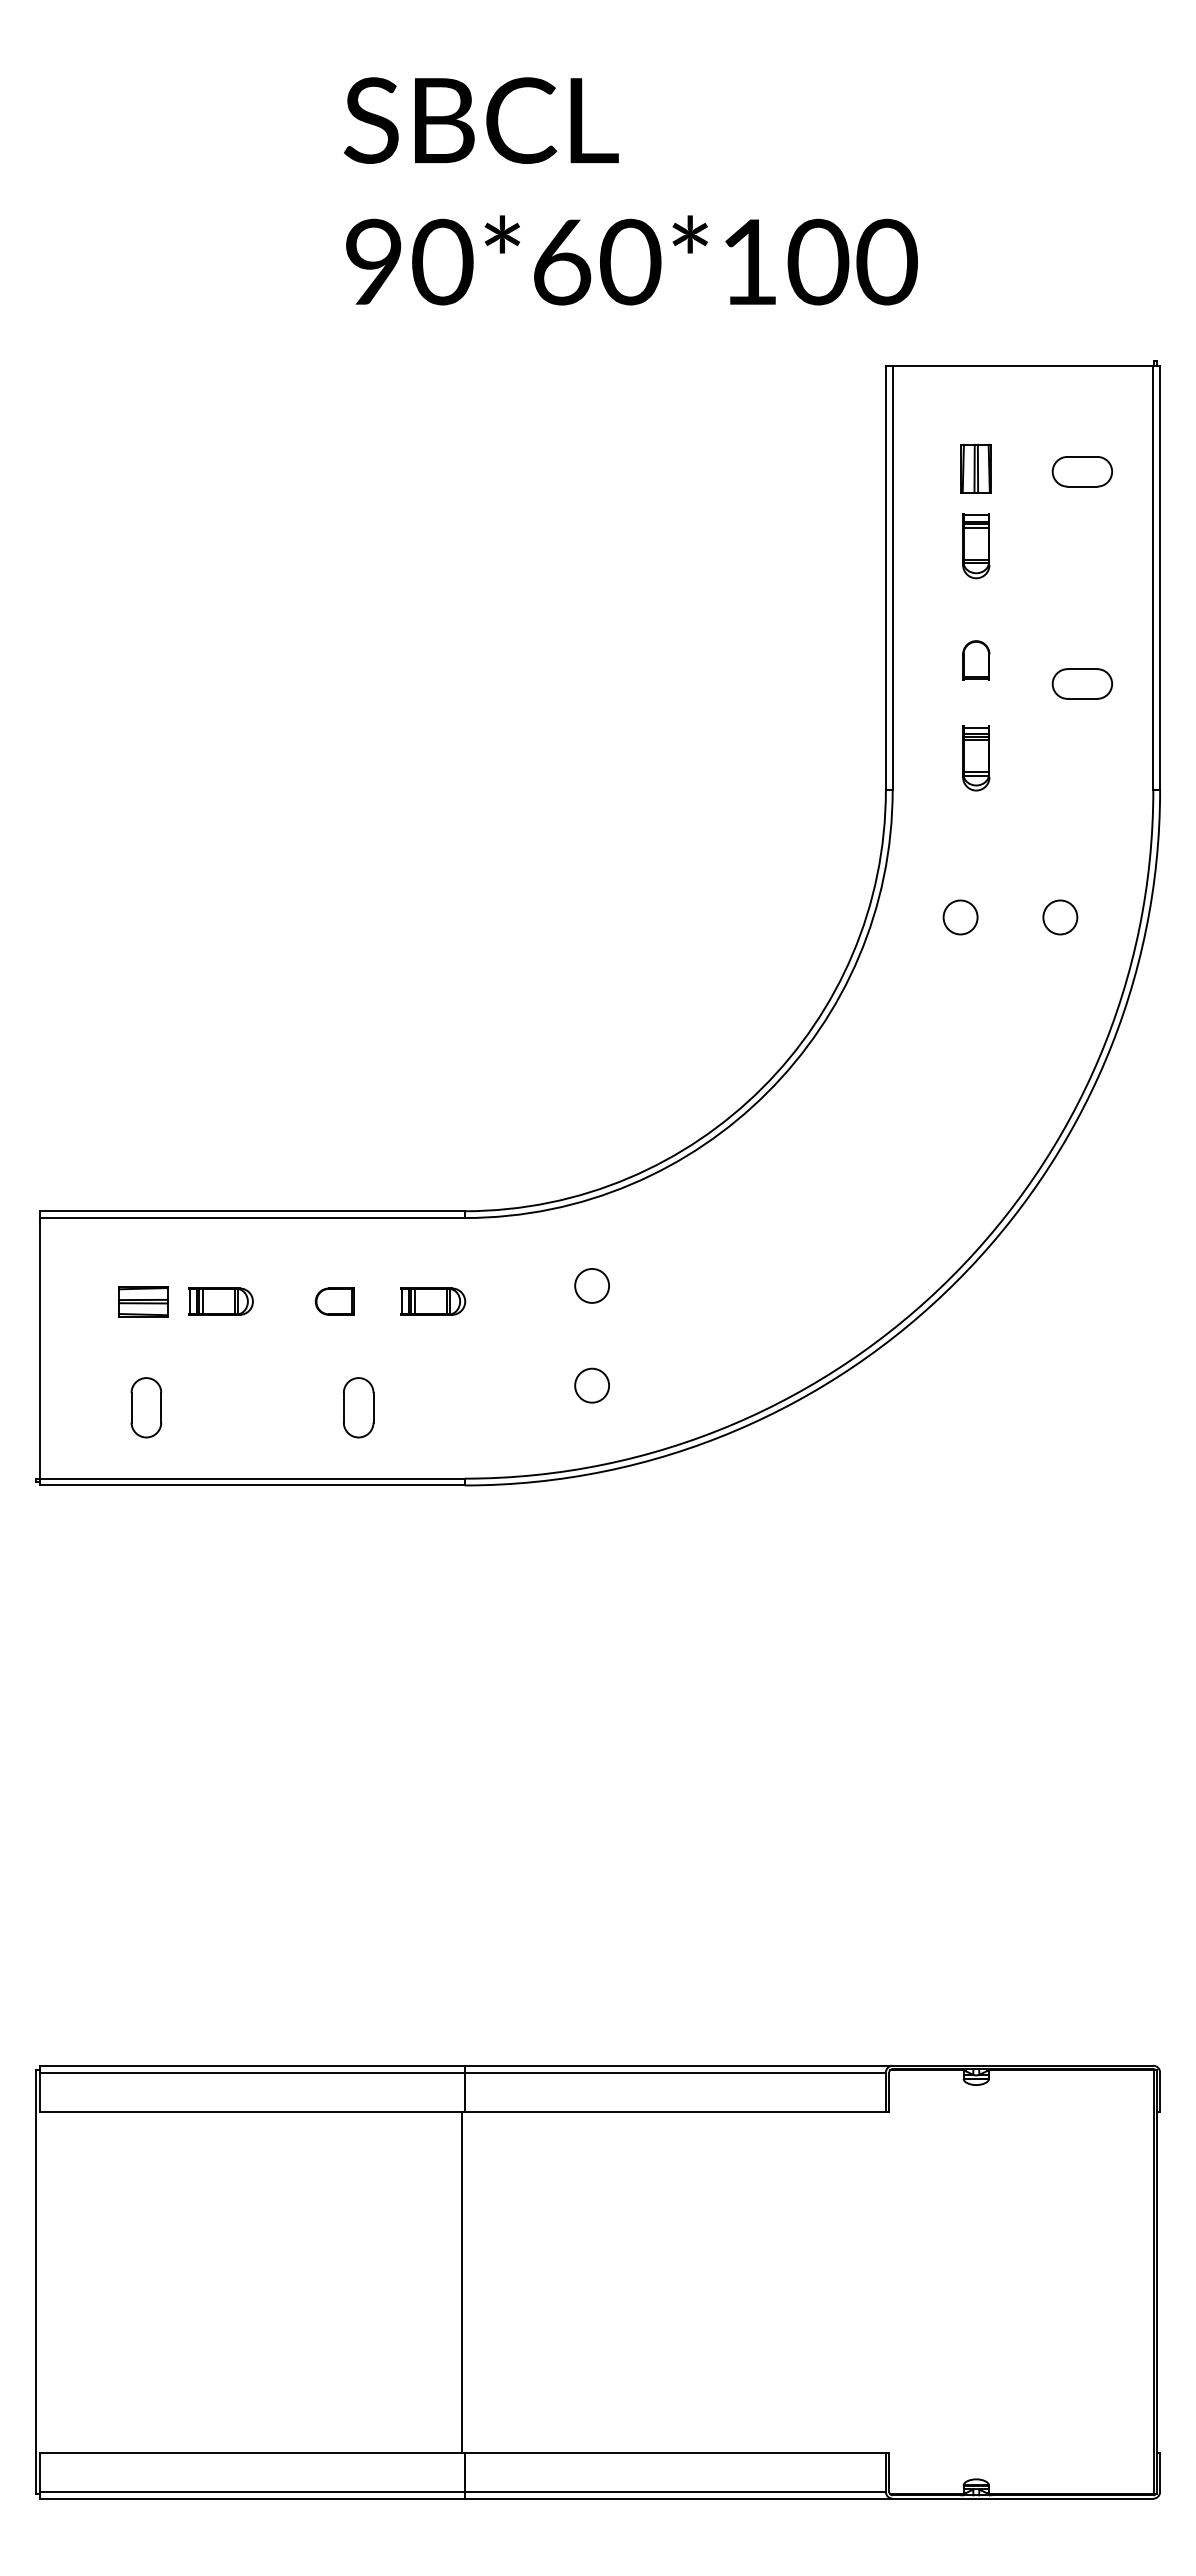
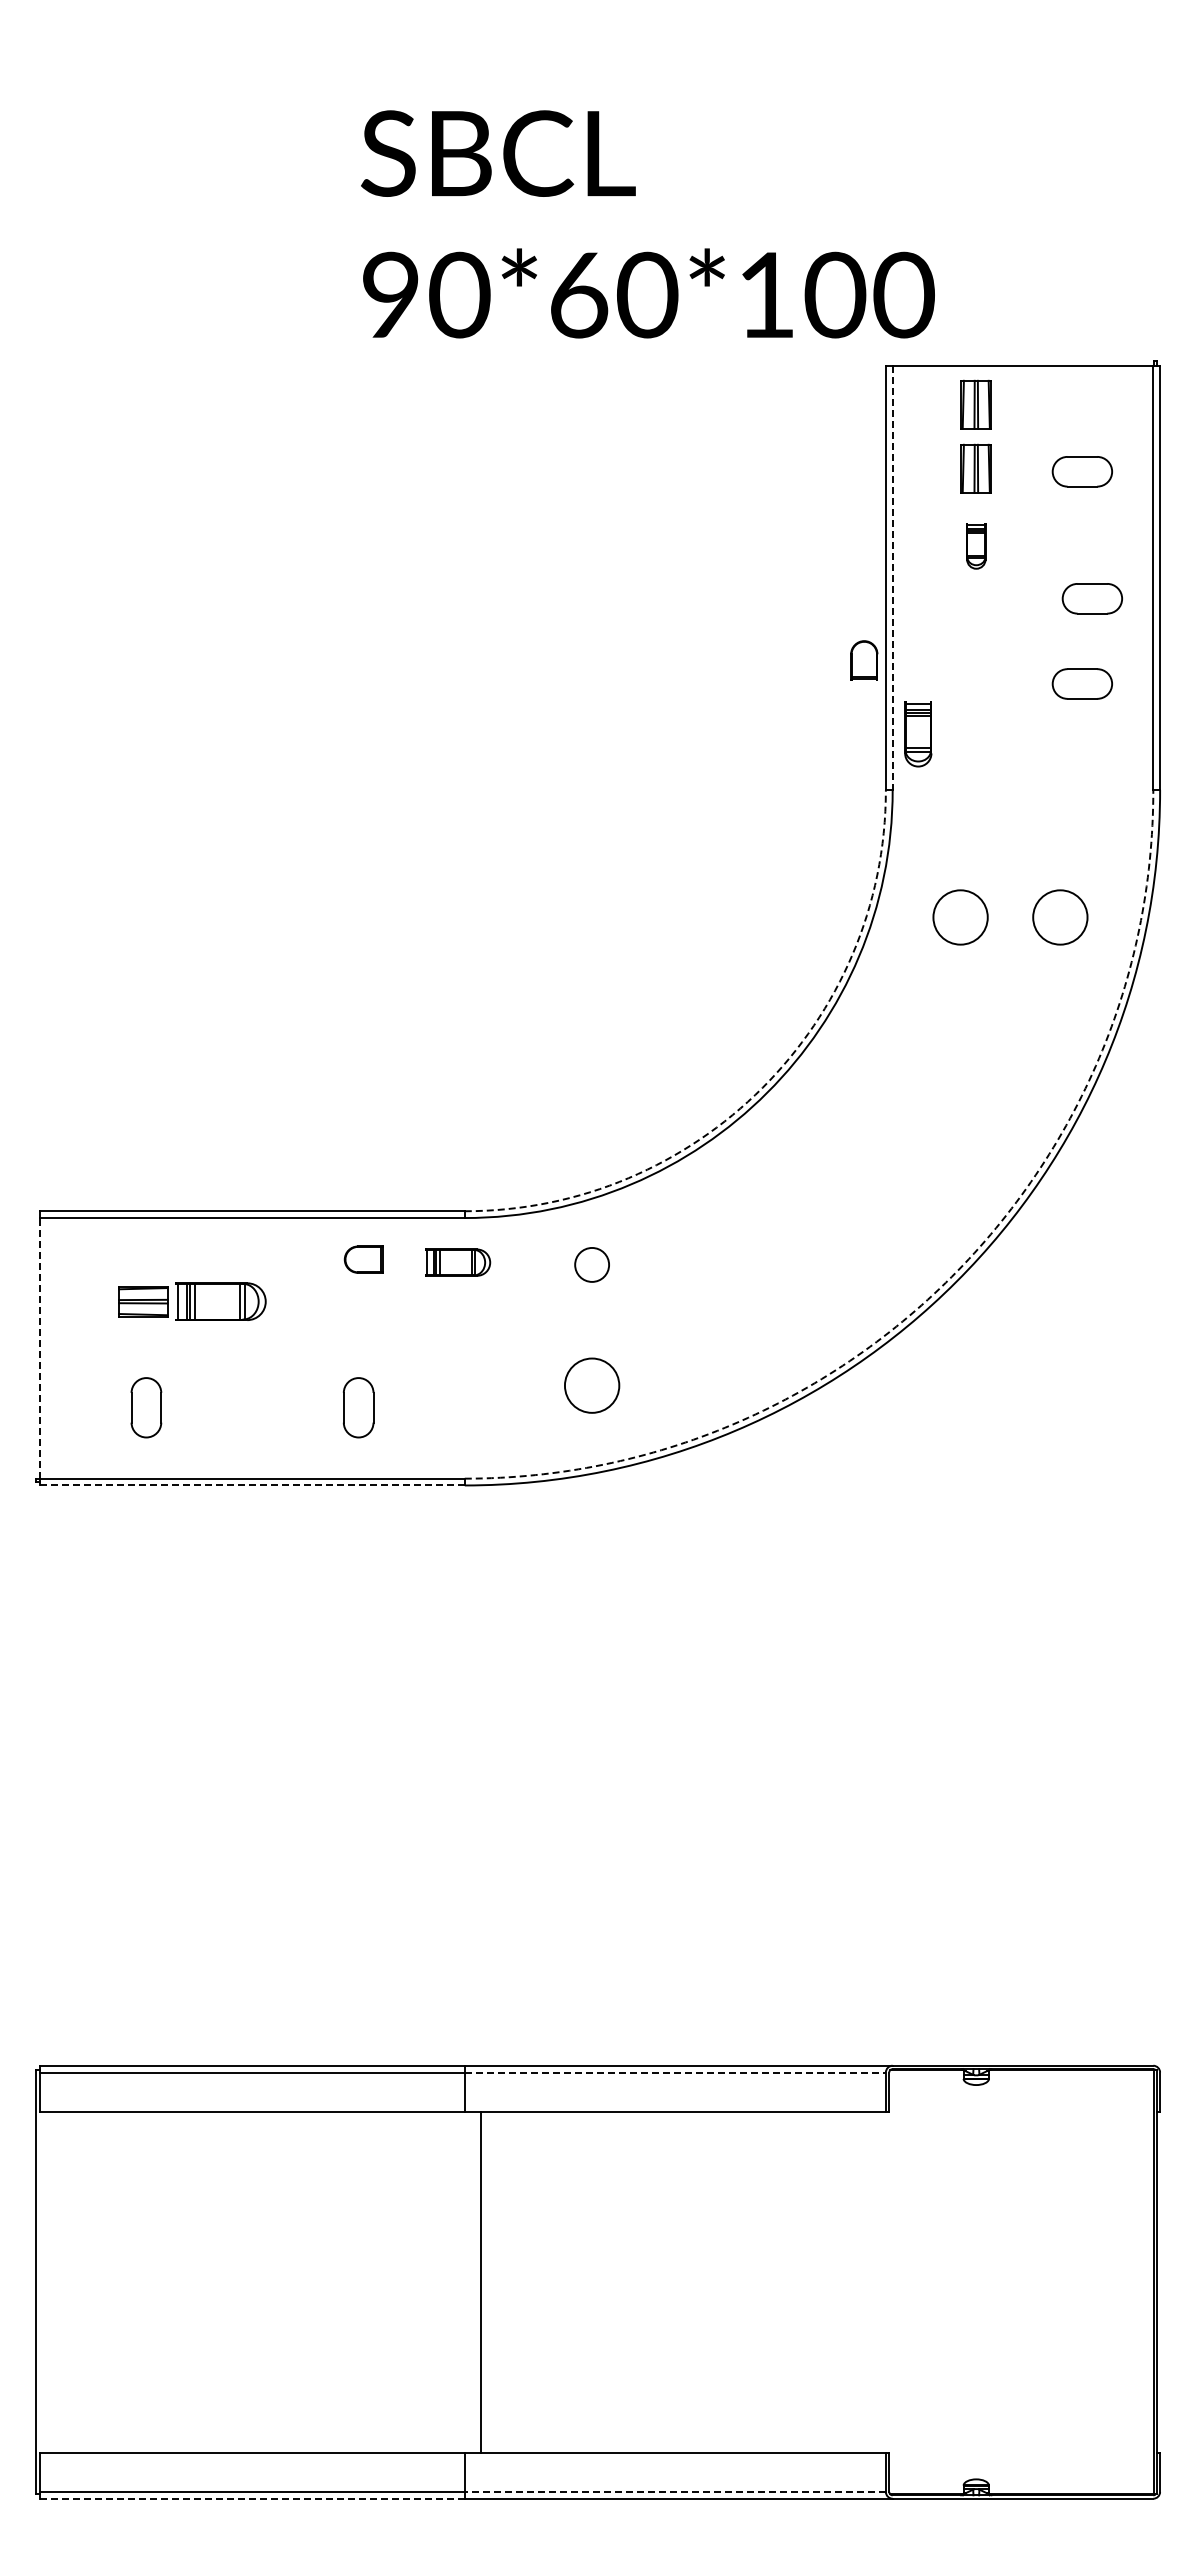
text at (630, 191) position: (630, 191) -> (647, 224)
part at (975, 404): none -> present
part at (976, 546) size: 29x67 px -> 21x47 px
line at (892, 578): solid -> dashed
part at (1091, 598): none -> present
part at (976, 660) position: (976, 660) -> (864, 660)
part at (976, 758) position: (976, 758) -> (918, 734)
circle at (960, 917) diameter: 34 px -> 54 px
circle at (1060, 917) diameter: 34 px -> 54 px
arc at (762, 1087): solid -> dashed
arc at (951, 1277): solid -> dashed
circle at (591, 1285) position: (591, 1285) -> (591, 1264)
part at (220, 1301) size: 66x29 px -> 92x39 px
part at (334, 1301) position: (334, 1301) -> (363, 1259)
part at (433, 1301) position: (433, 1301) -> (458, 1262)
line at (40, 1347): solid -> dashed
circle at (592, 1385) diameter: 34 px -> 54 px
line at (252, 1485): solid -> dashed
line at (675, 2072): solid -> dashed
line at (461, 2281) position: (461, 2281) -> (480, 2281)
line at (675, 2491): solid -> dashed
line at (252, 2498): solid -> dashed
